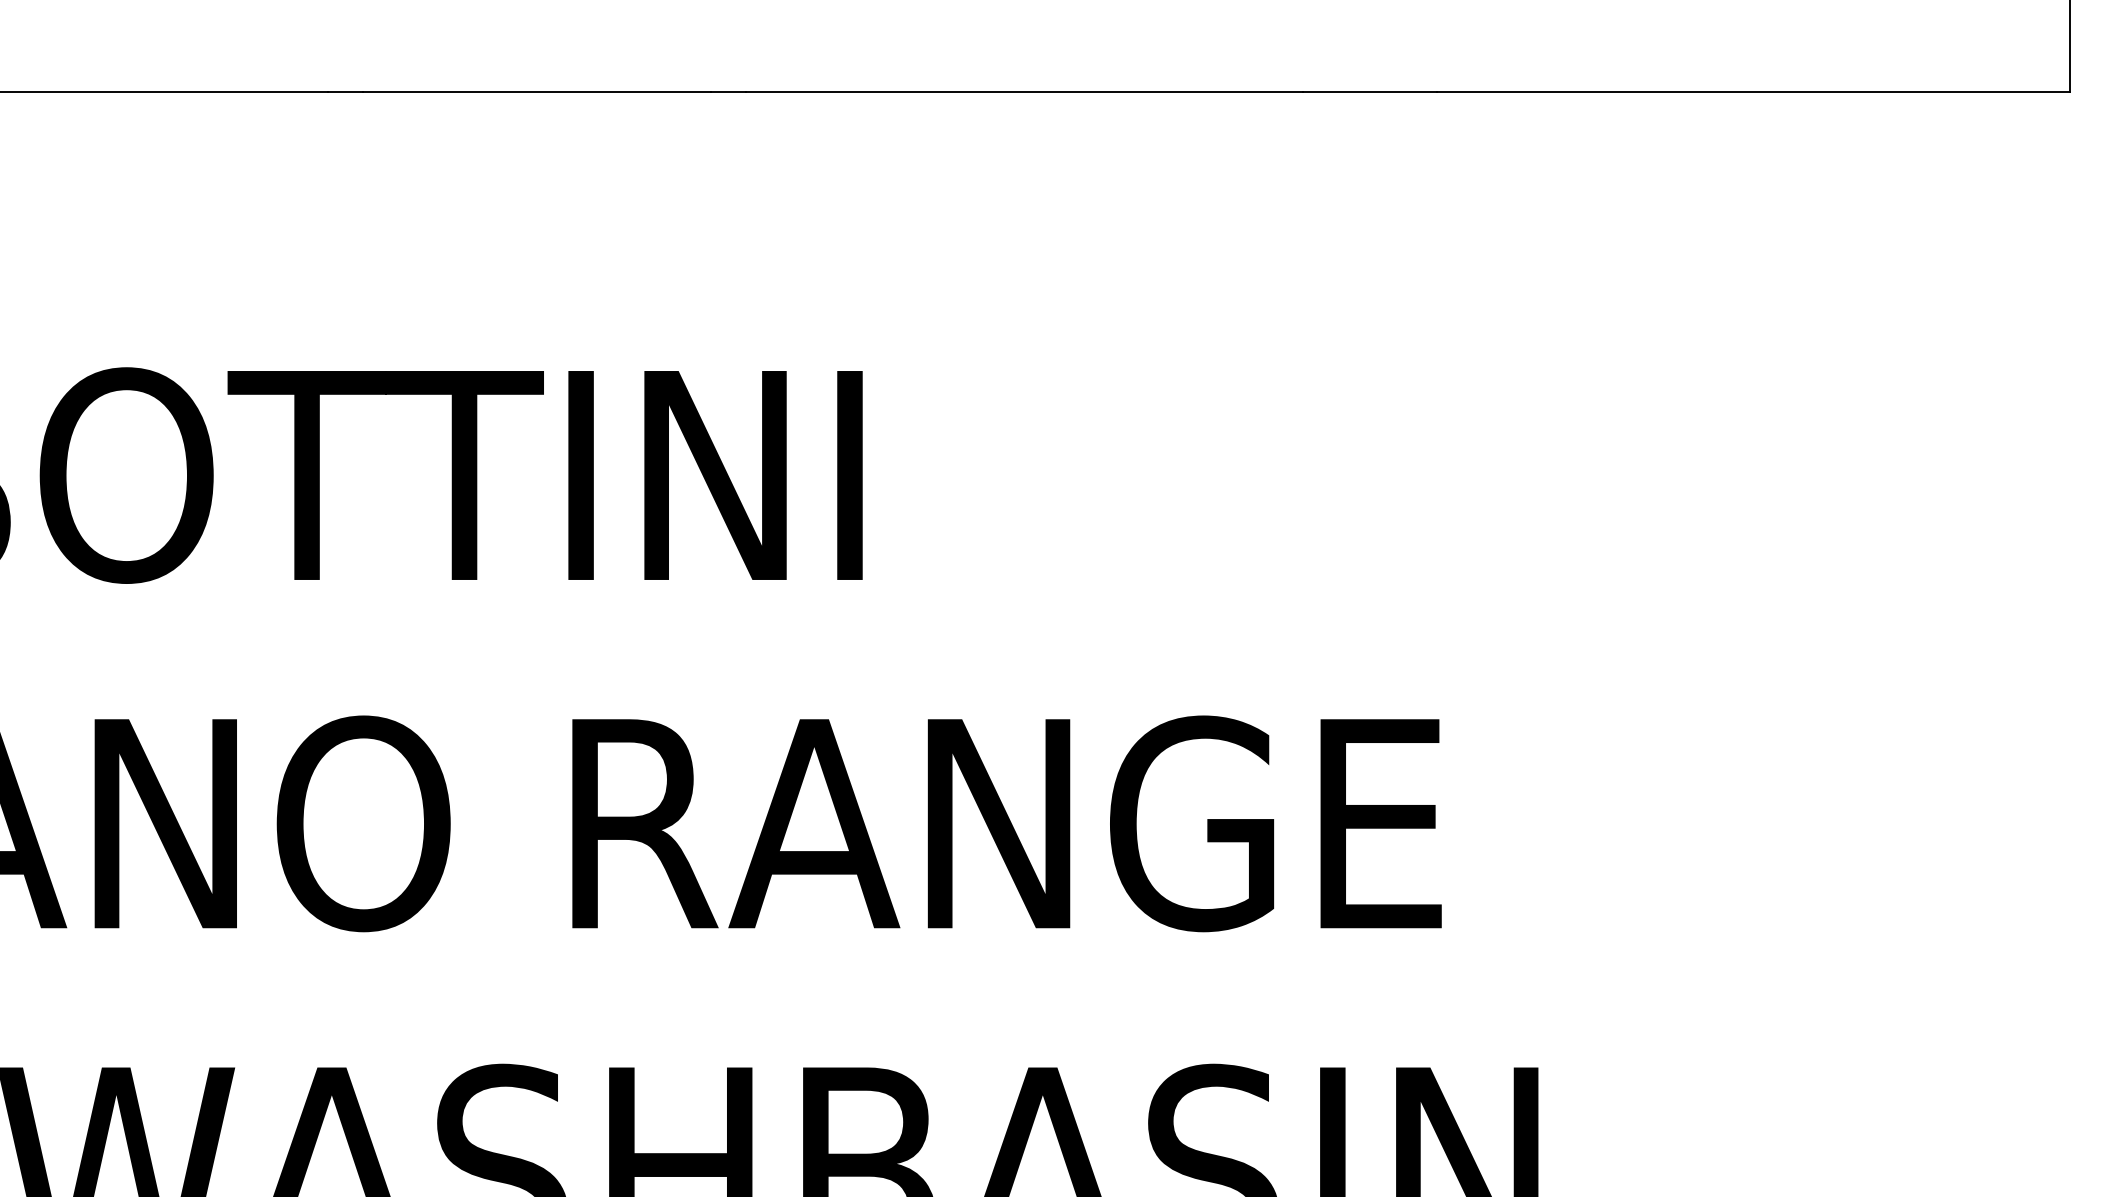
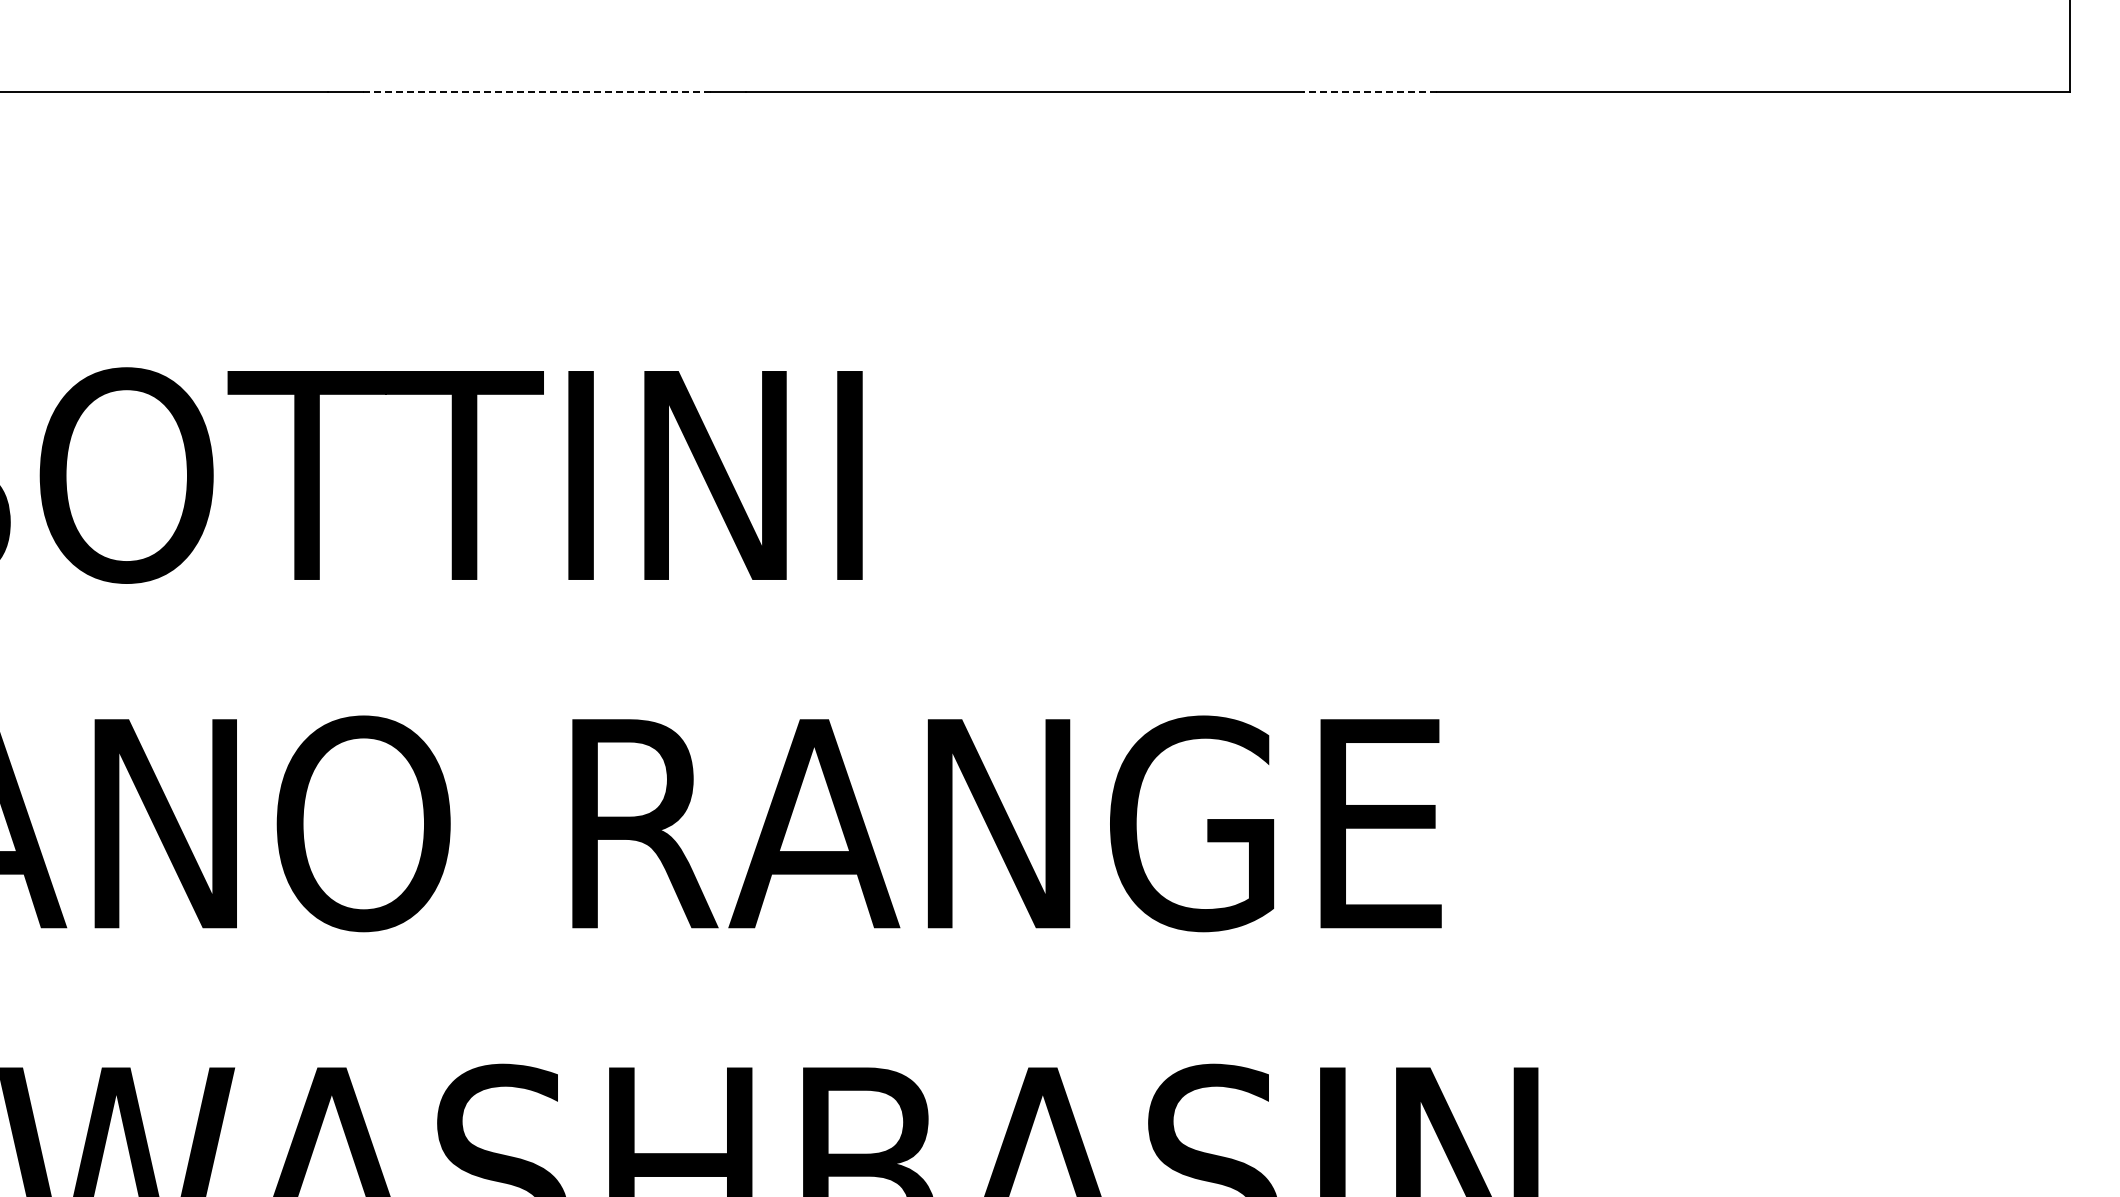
line at (537, 91): solid -> dashed
line at (1370, 91): solid -> dashed
